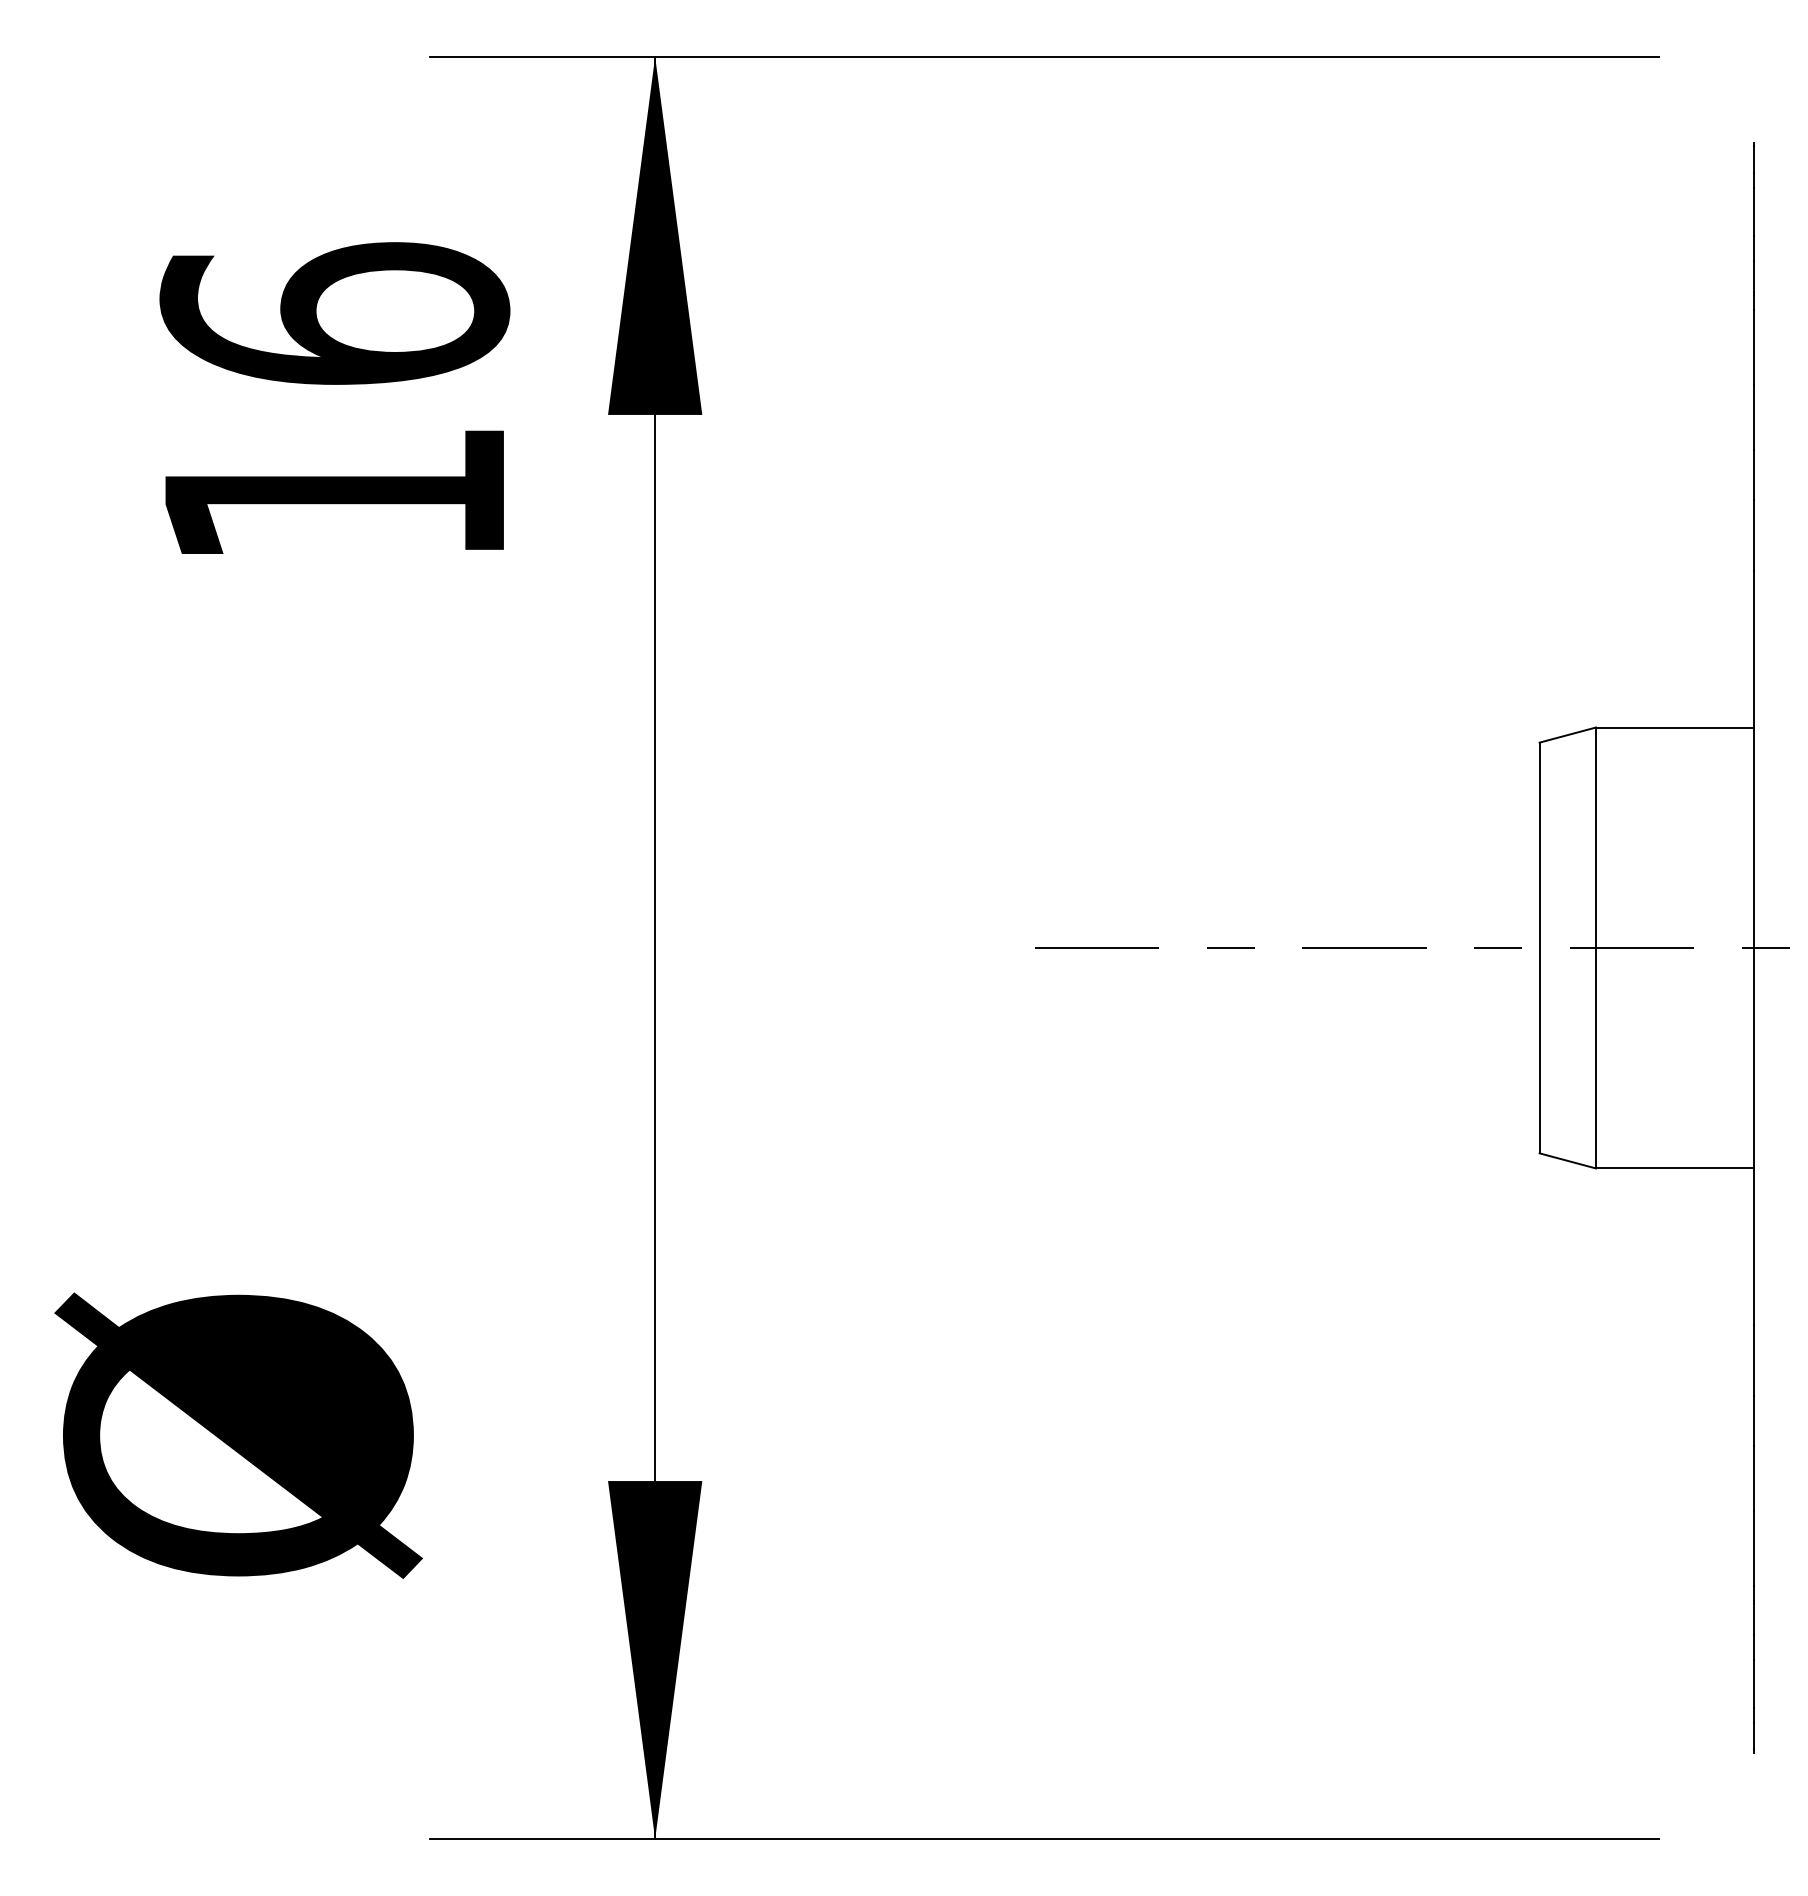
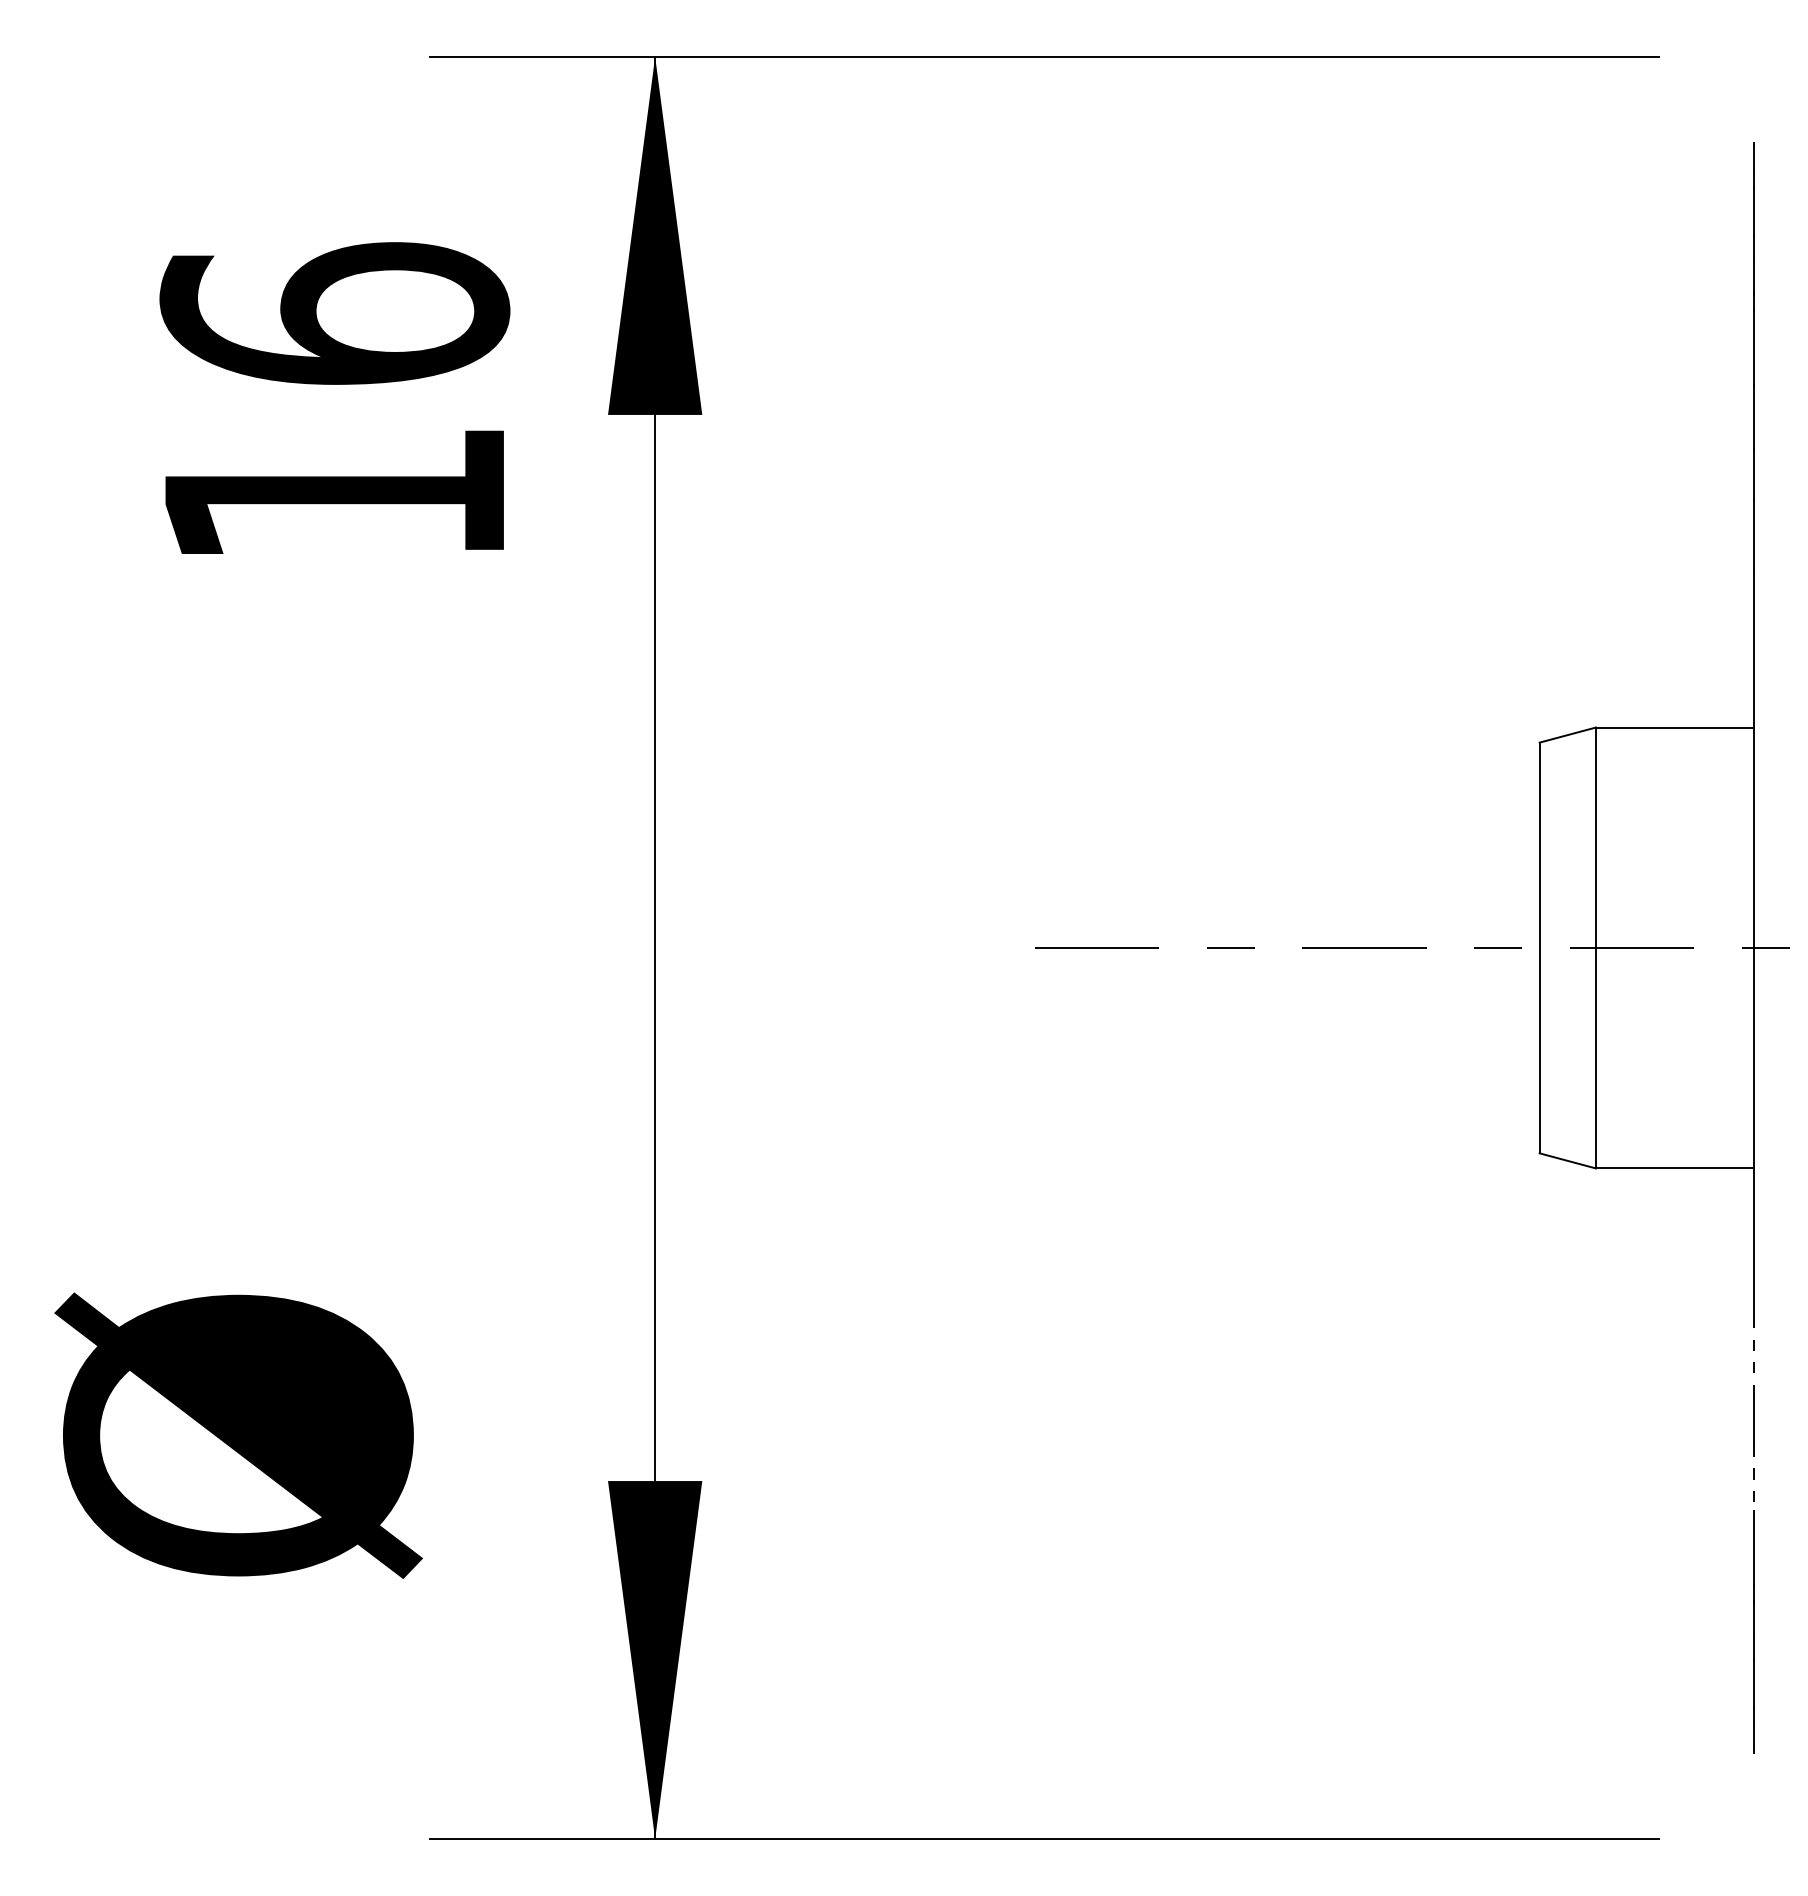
line at (1753, 1360): solid -> dashed
line at (1753, 1478): solid -> dashed
